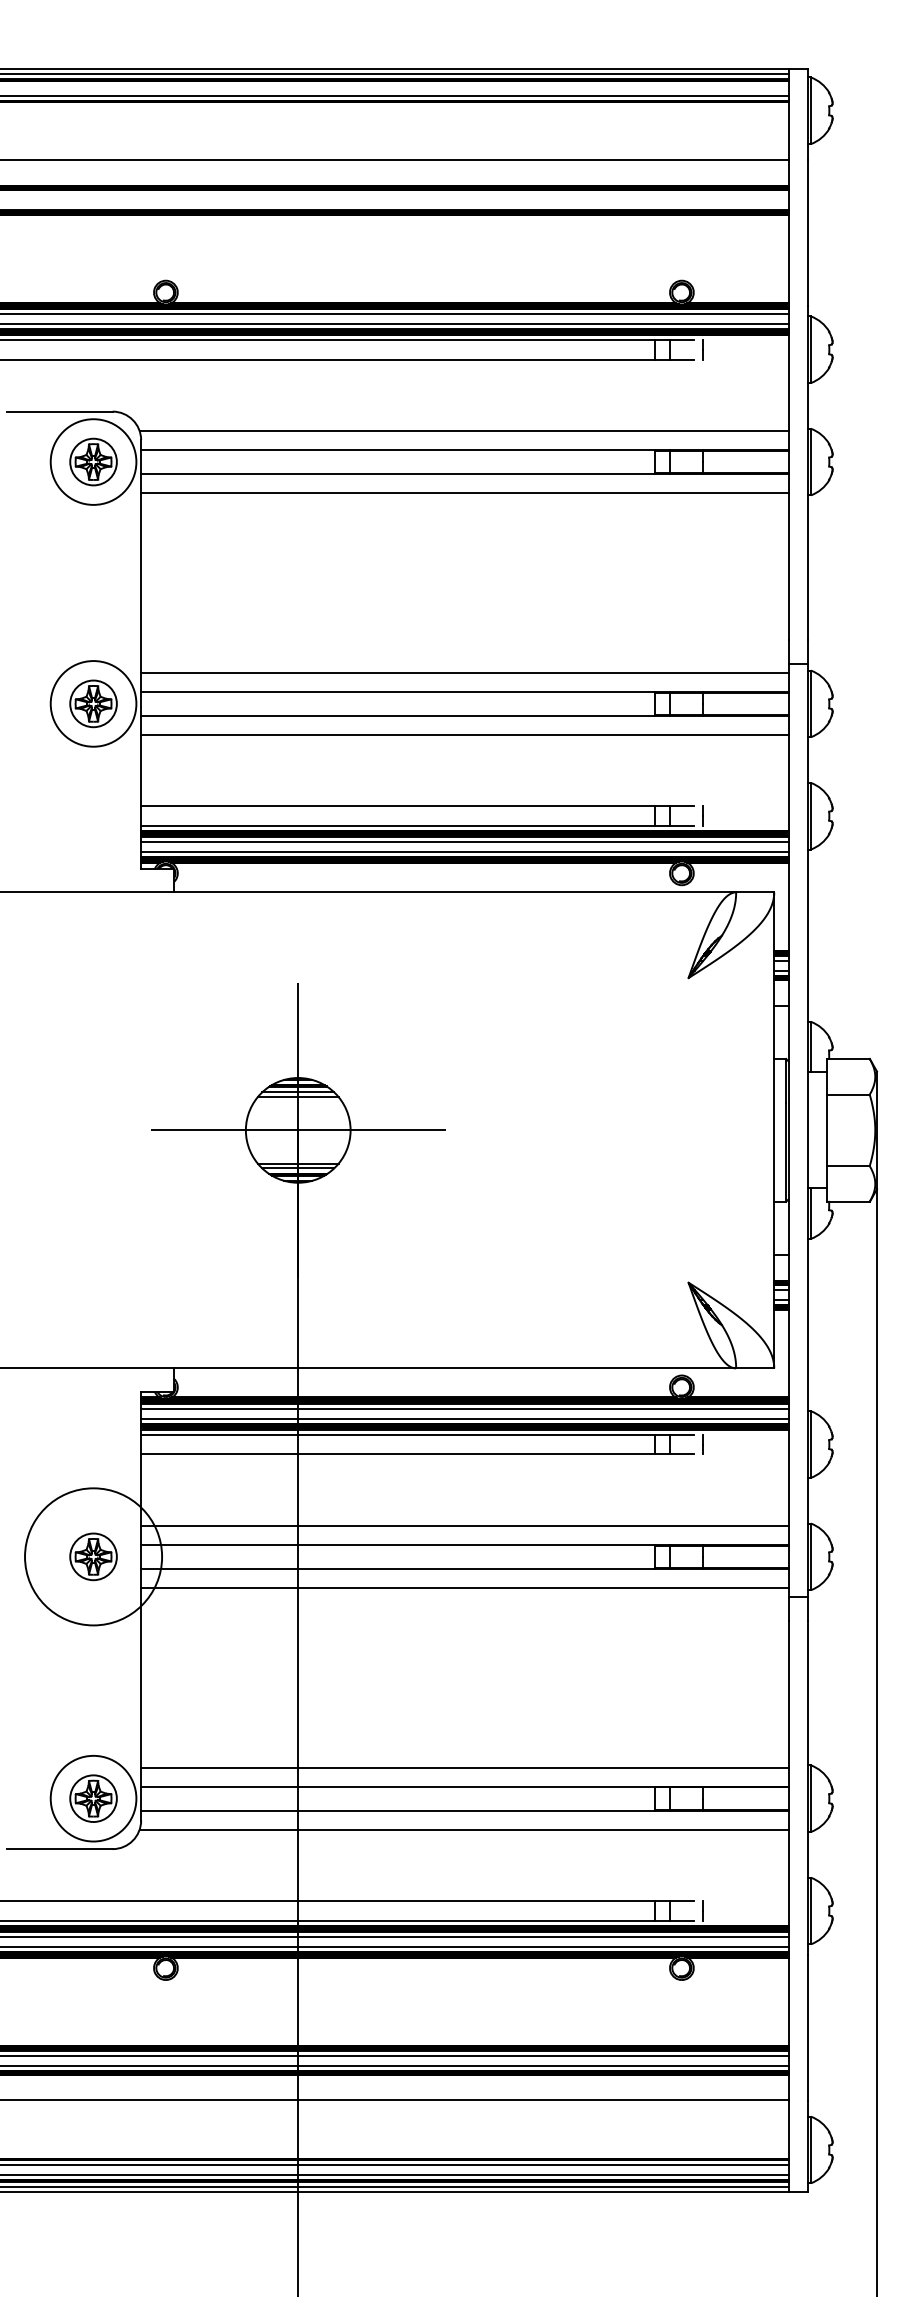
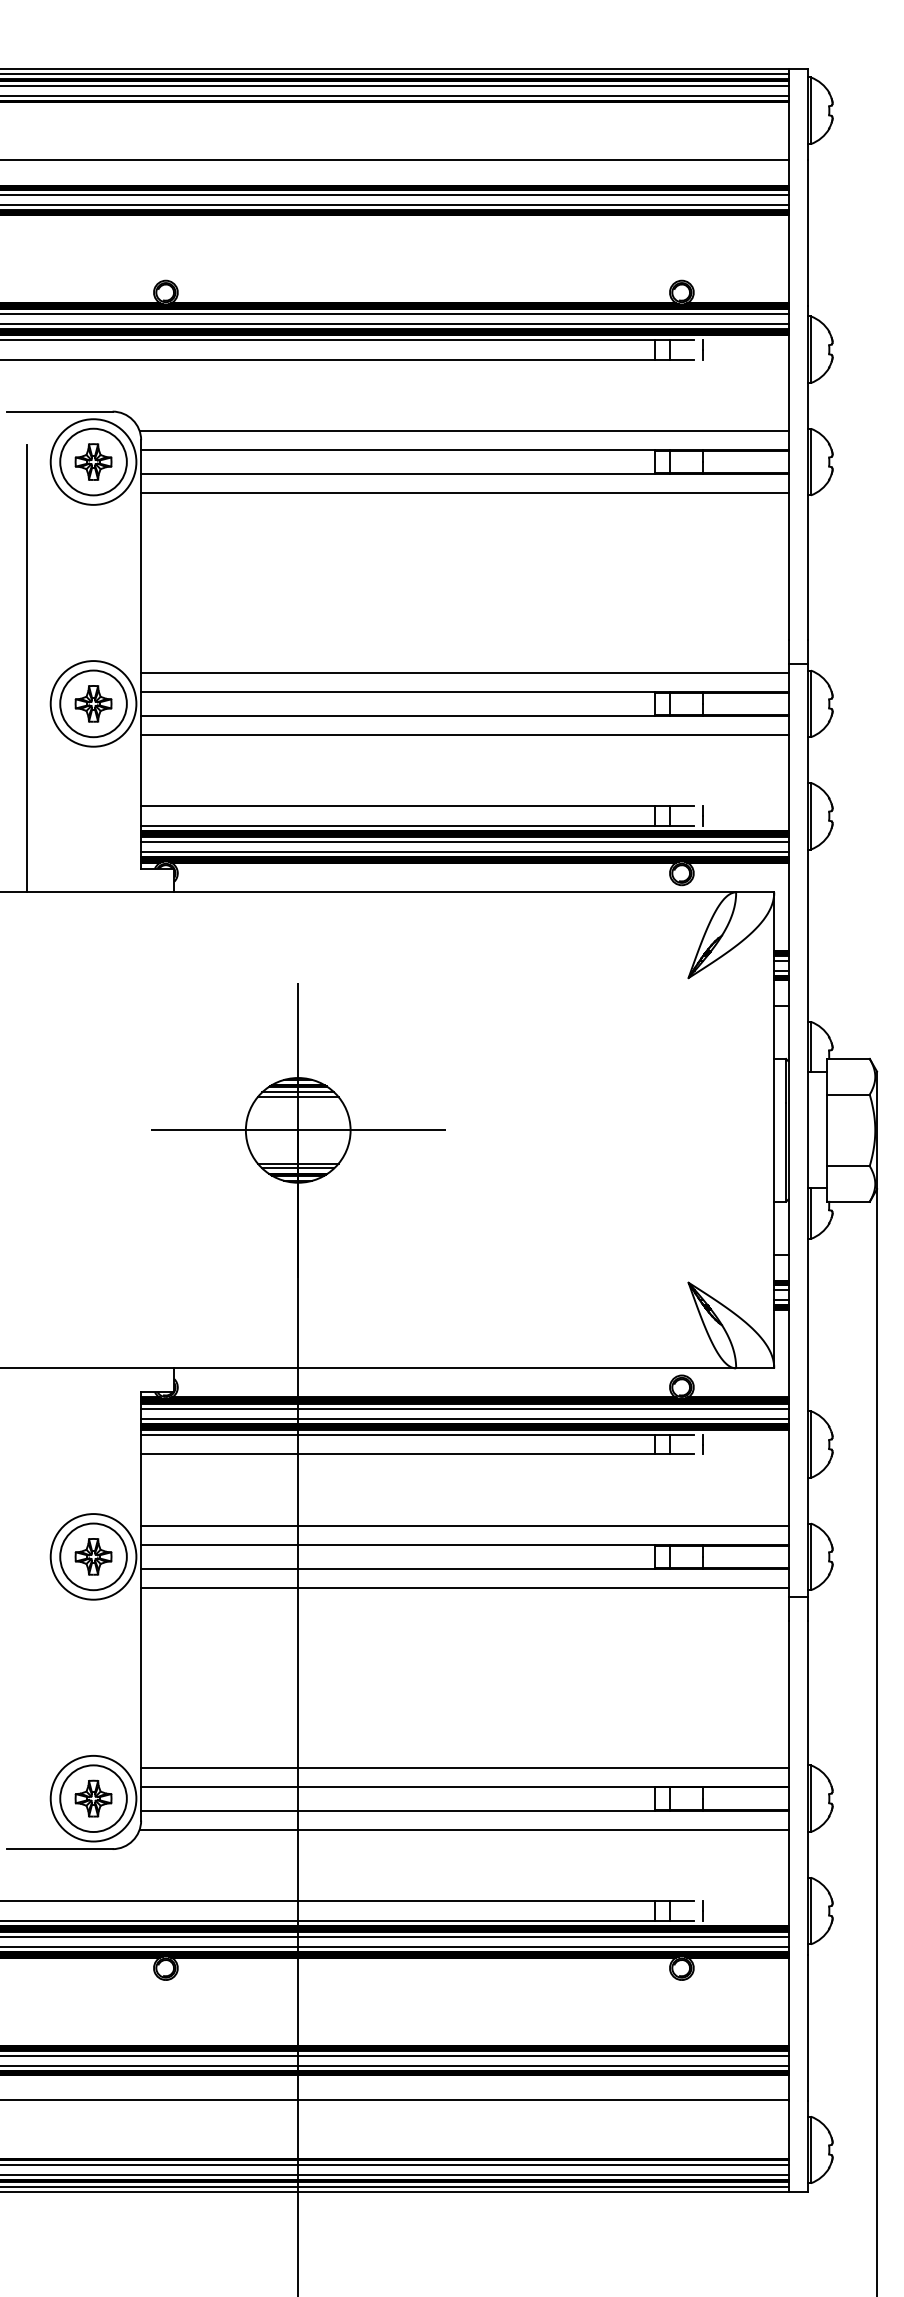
line at (395, 86): none -> present
line at (395, 195): none -> present
line at (395, 205): none -> present
circle at (93, 461) diameter: 47 px -> 67 px
line at (26, 668): none -> present
circle at (93, 703) diameter: 47 px -> 67 px
circle at (93, 1556) diameter: 137 px -> 86 px
circle at (93, 1556) diameter: 47 px -> 67 px
circle at (93, 1798) diameter: 47 px -> 67 px
